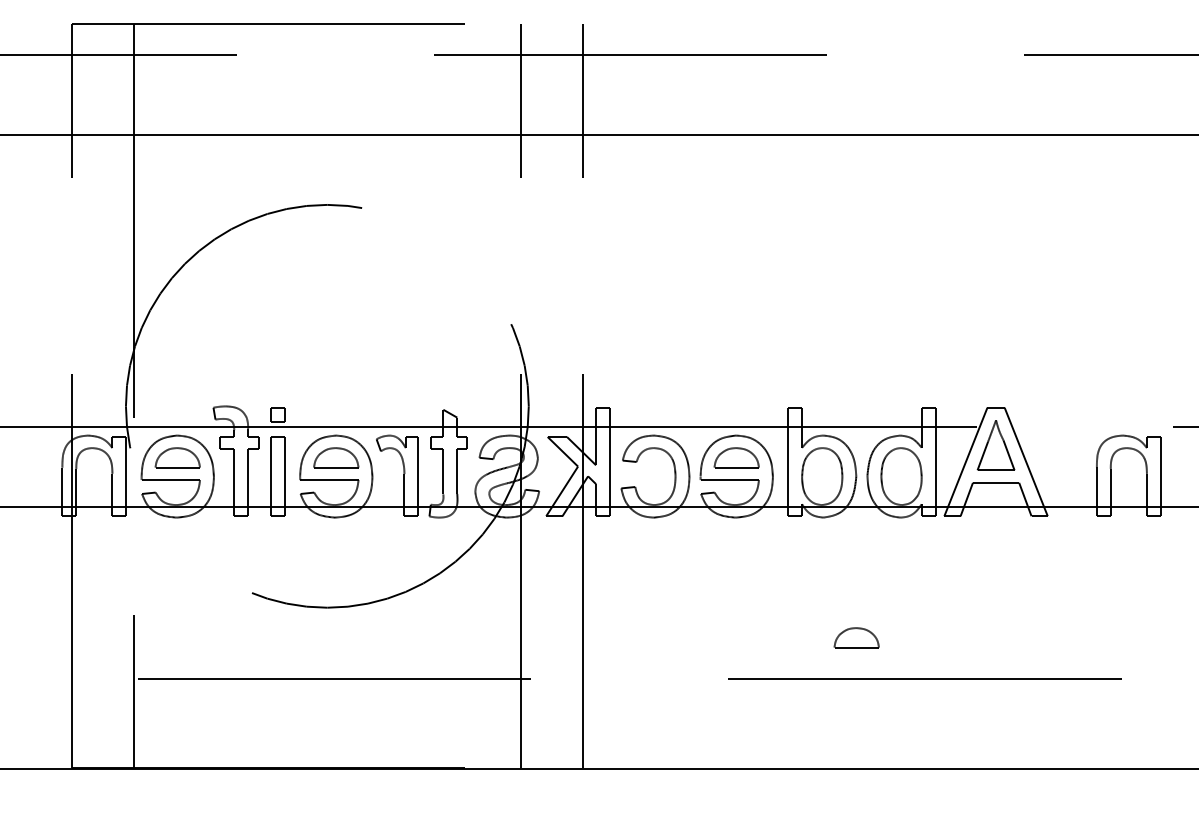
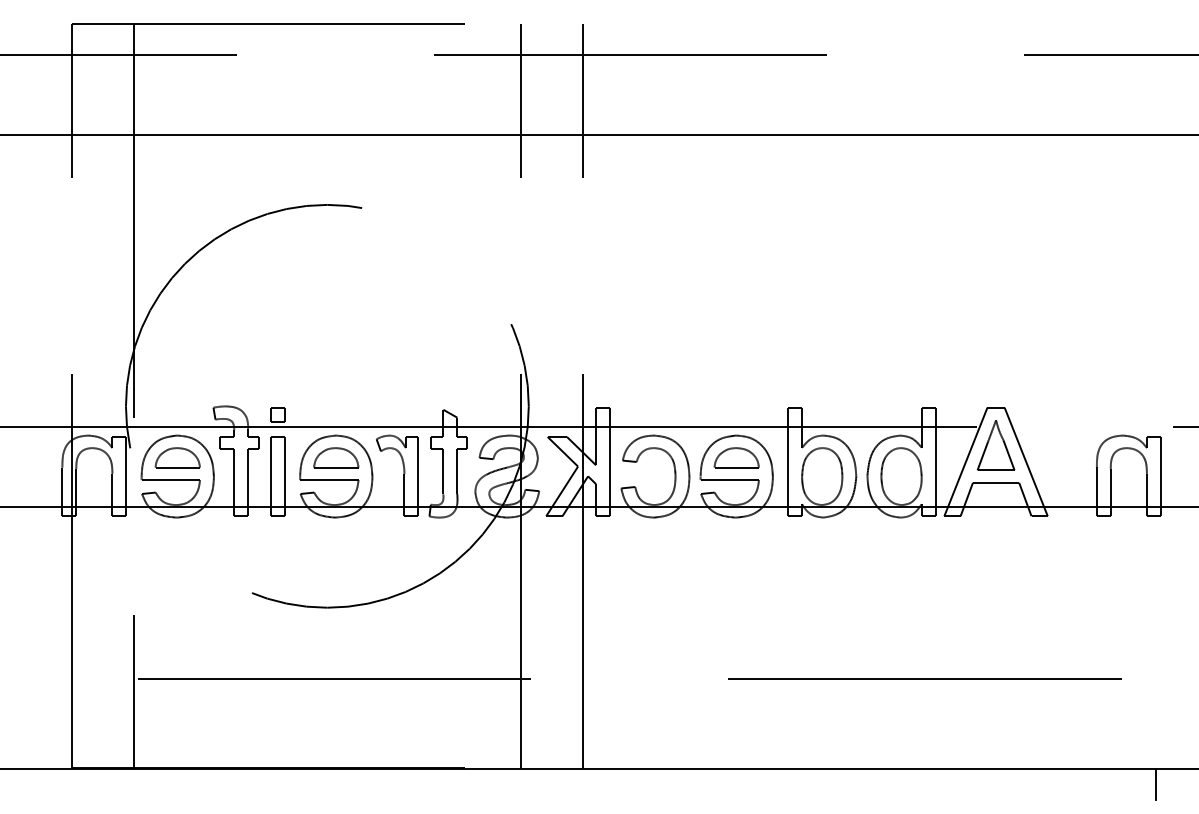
part at (856, 637): present -> none
line at (1155, 783): none -> present
